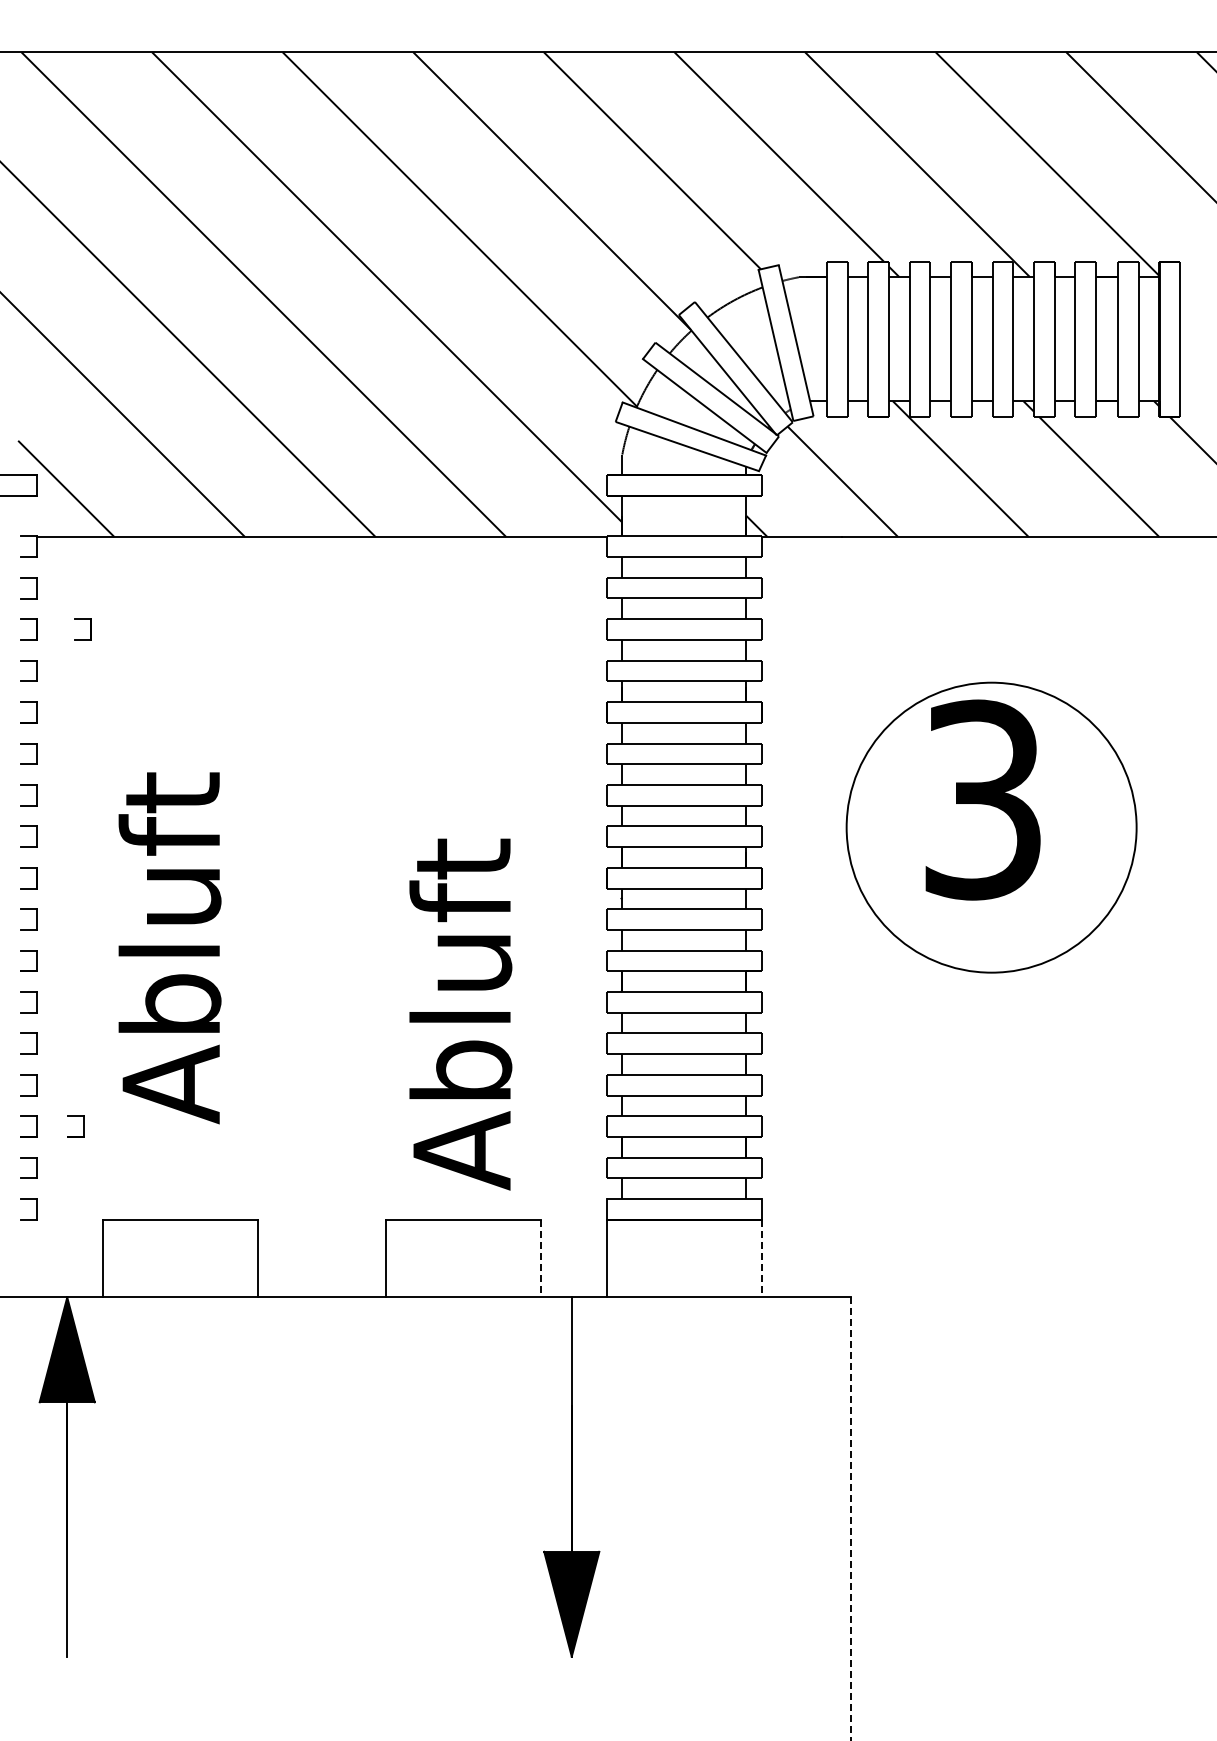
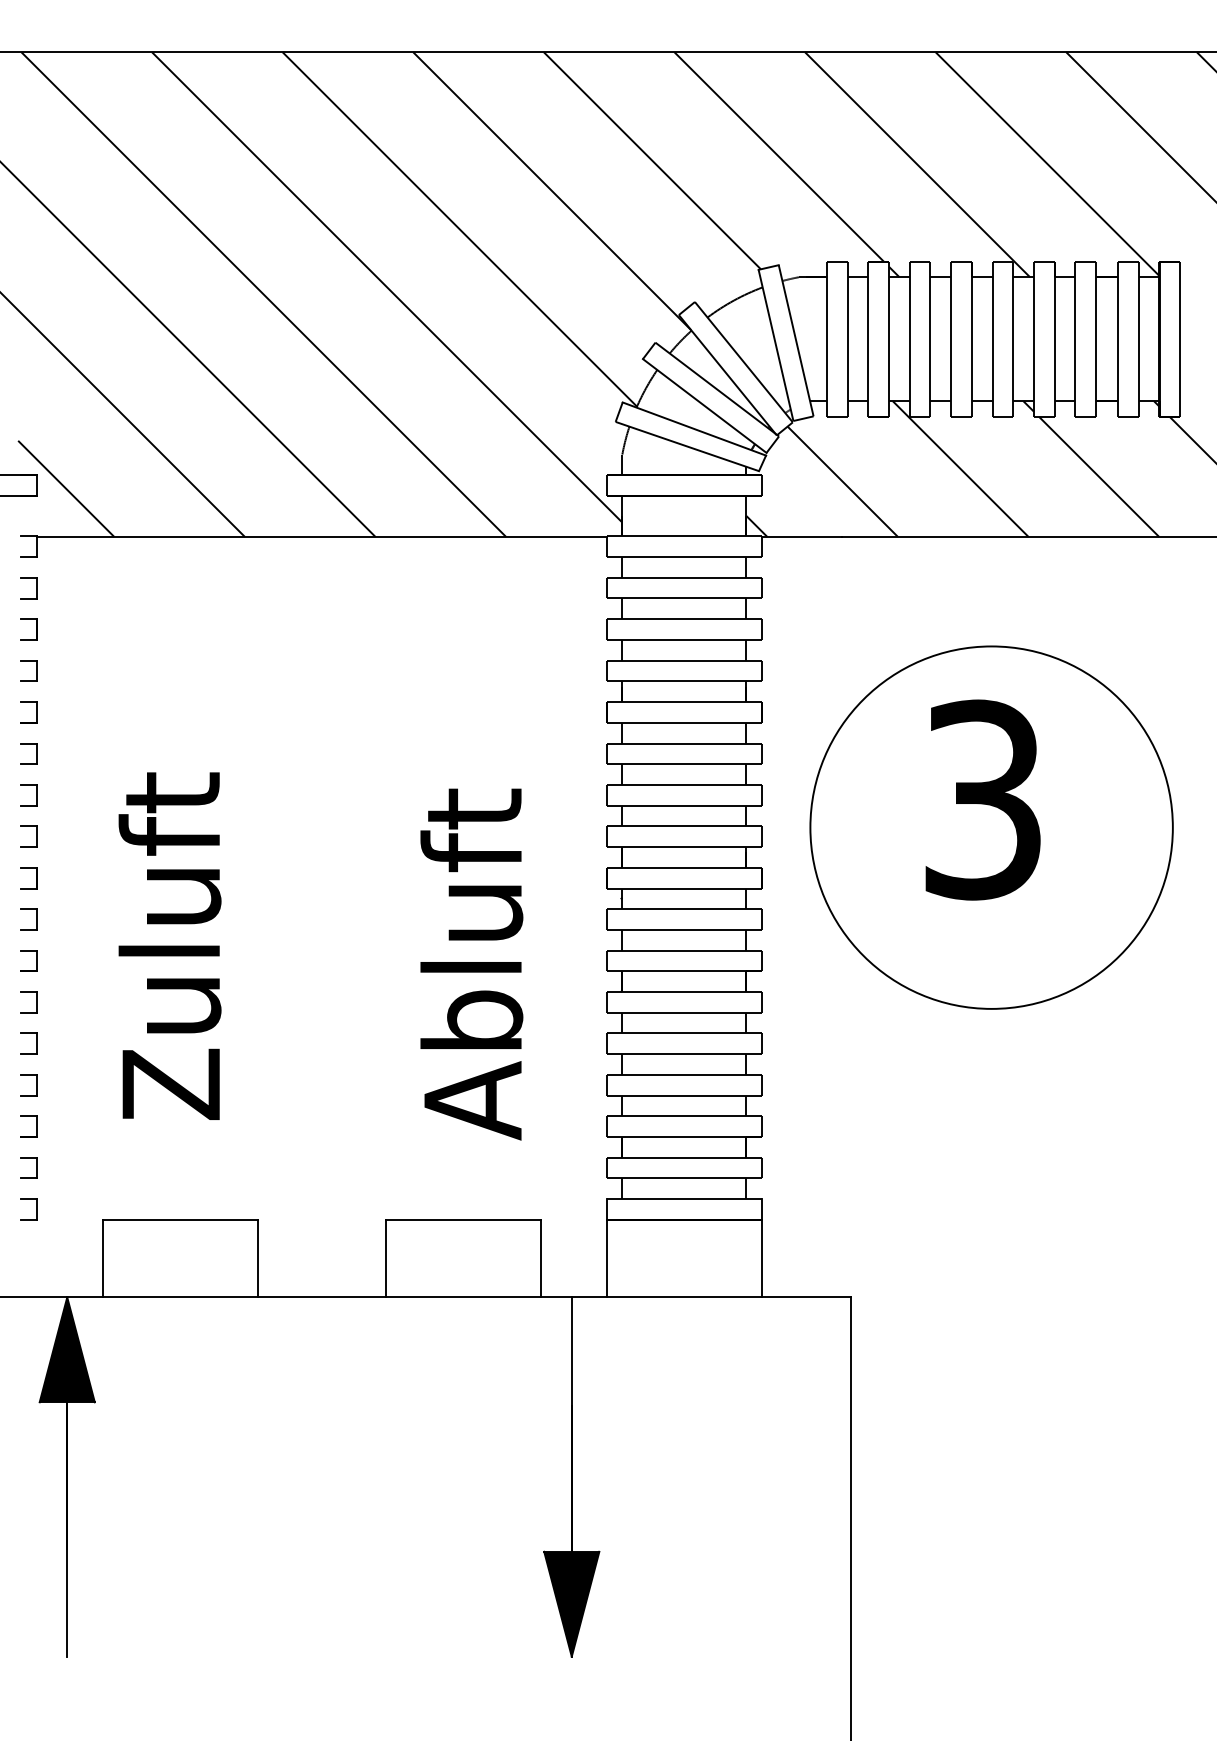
part at (90, 629): present -> none
circle at (991, 827) diameter: 290 px -> 362 px
text at (460, 1014) position: (460, 1014) -> (471, 964)
text at (169, 1049): Abluft -> Zuluft
part at (83, 1126): present -> none
line at (540, 1258): dashed -> solid
line at (761, 1258): dashed -> solid
line at (850, 1519): dashed -> solid
